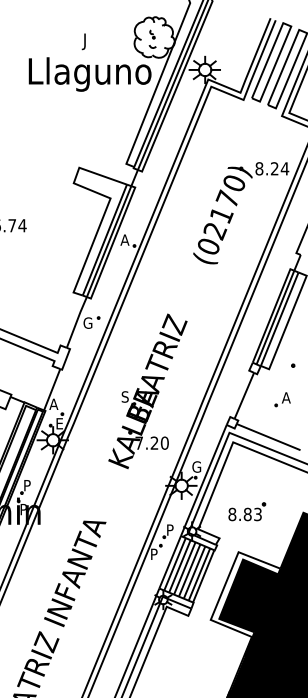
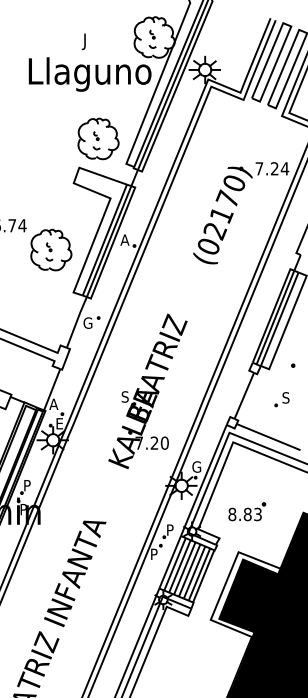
part at (98, 138): none -> present
text at (259, 168): 8.24 -> 7.24
part at (51, 249): none -> present
text at (285, 397): A -> S
